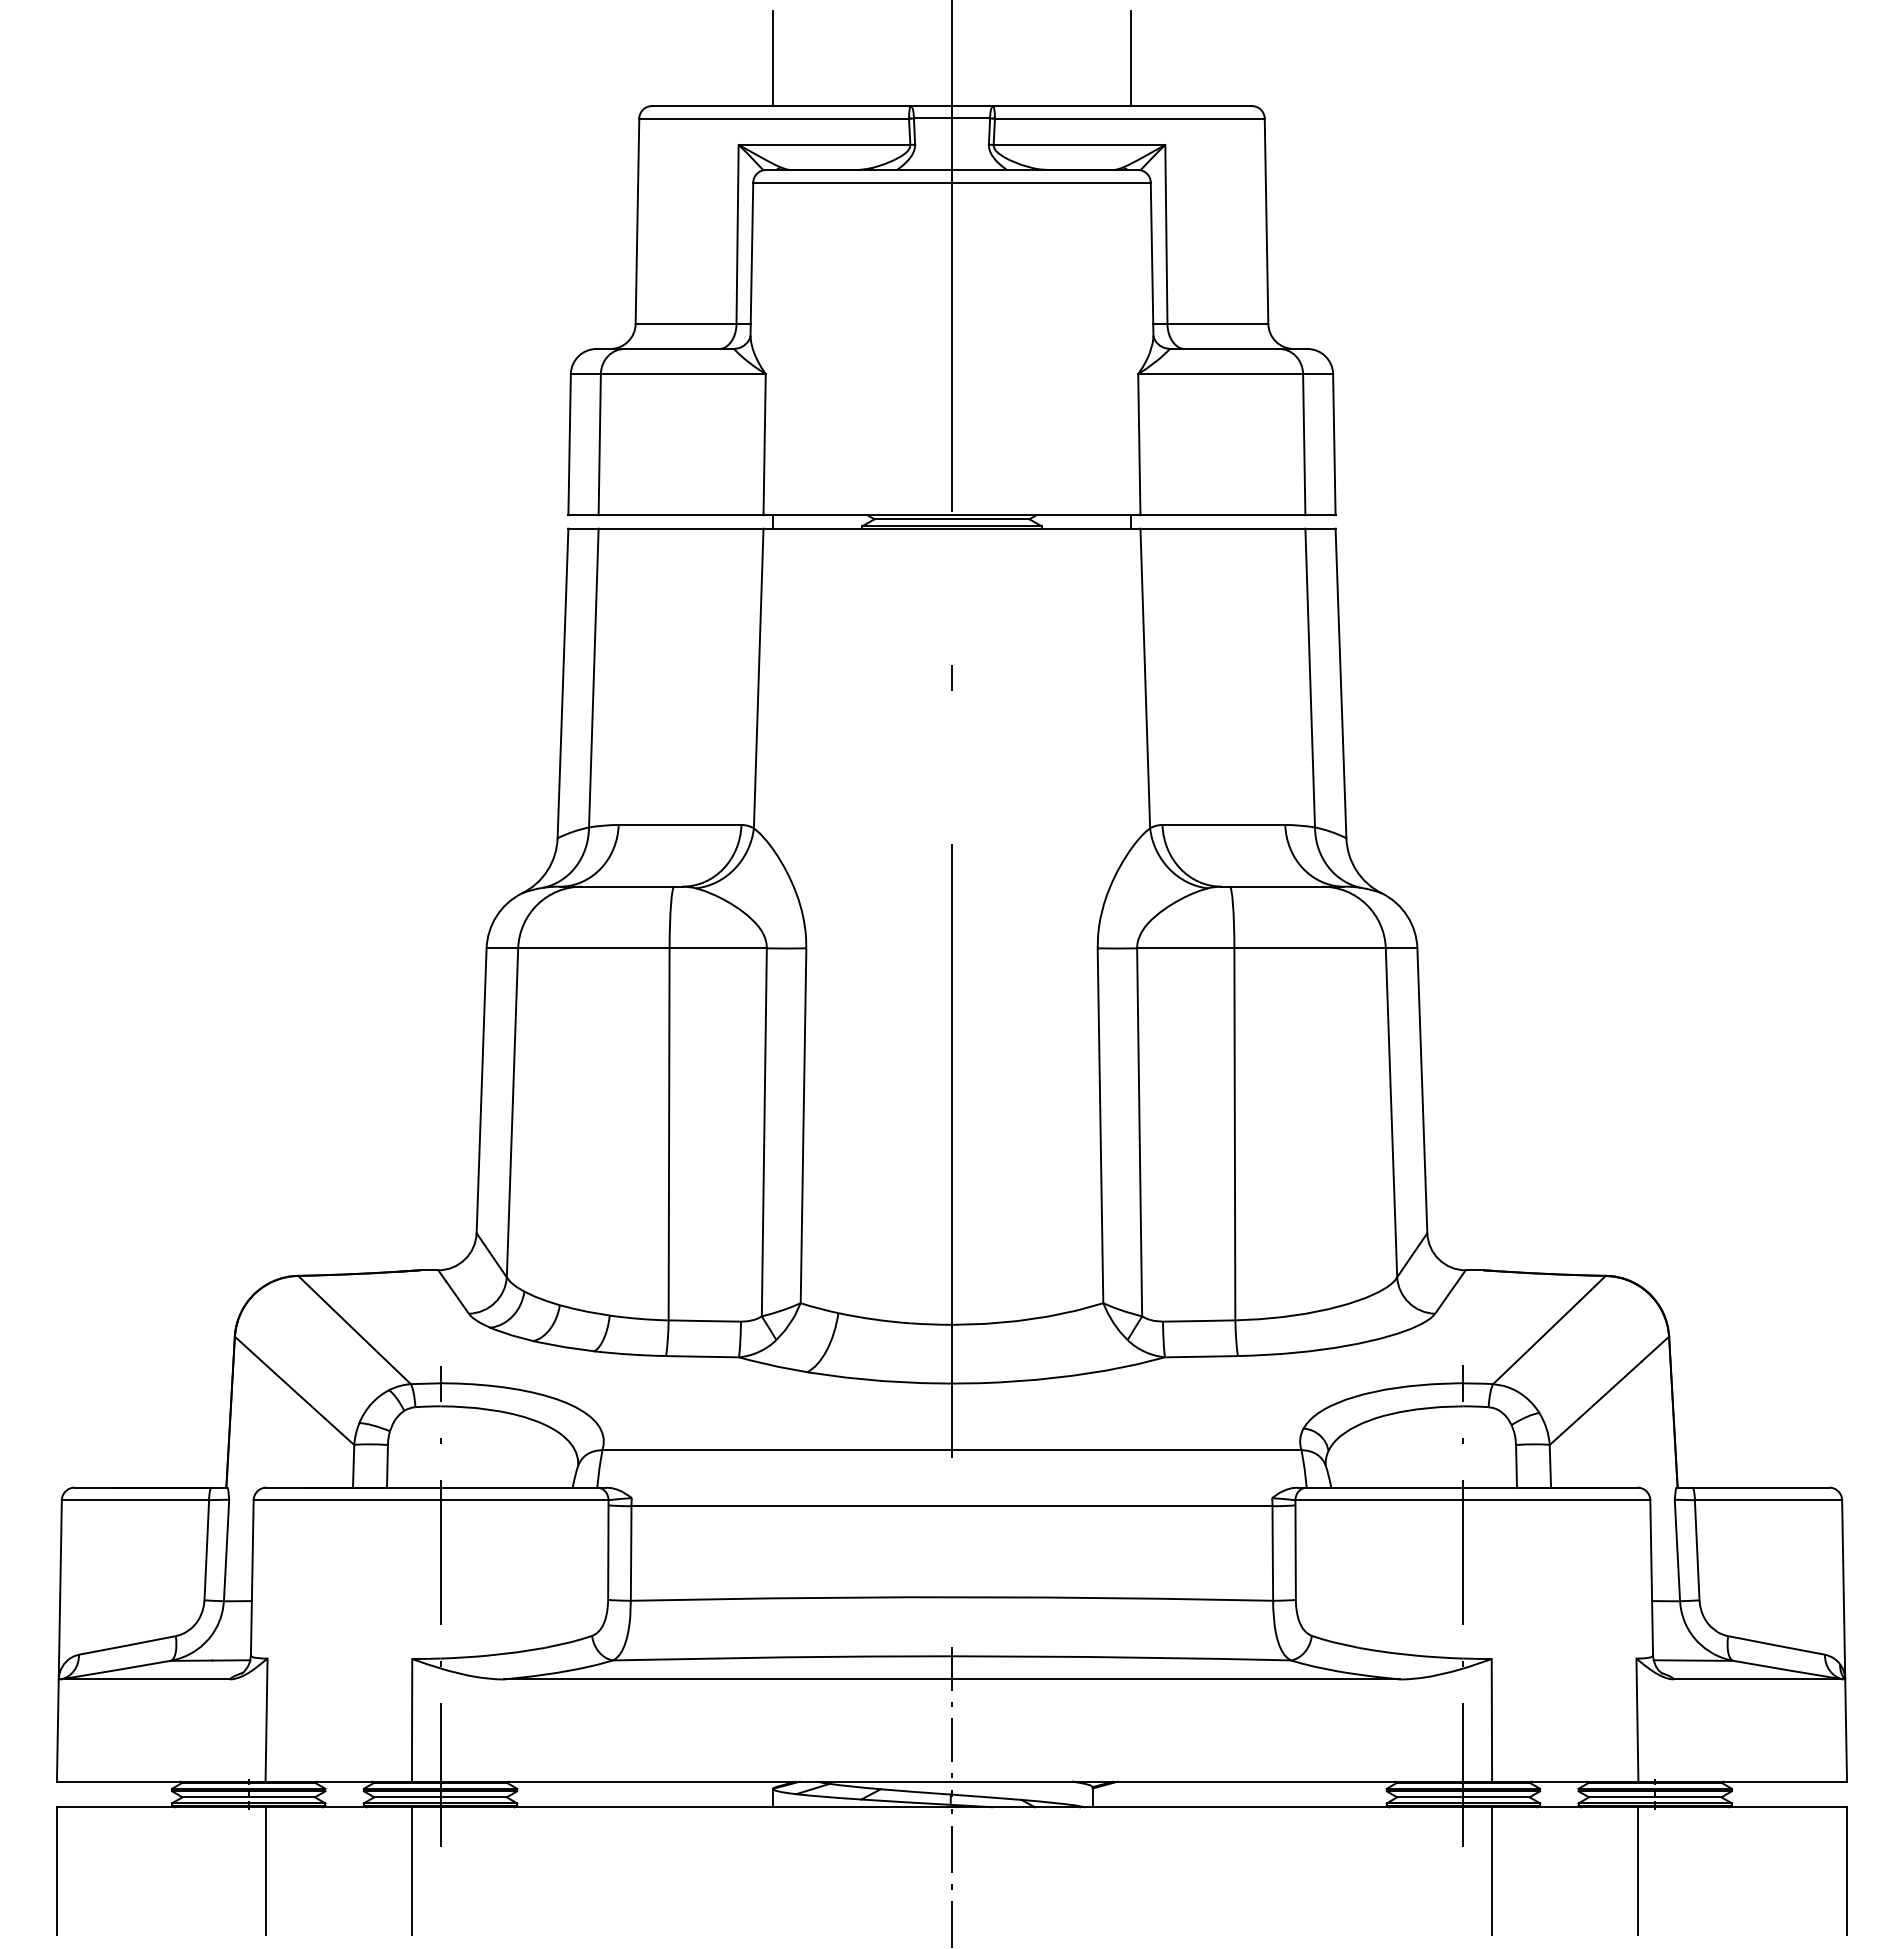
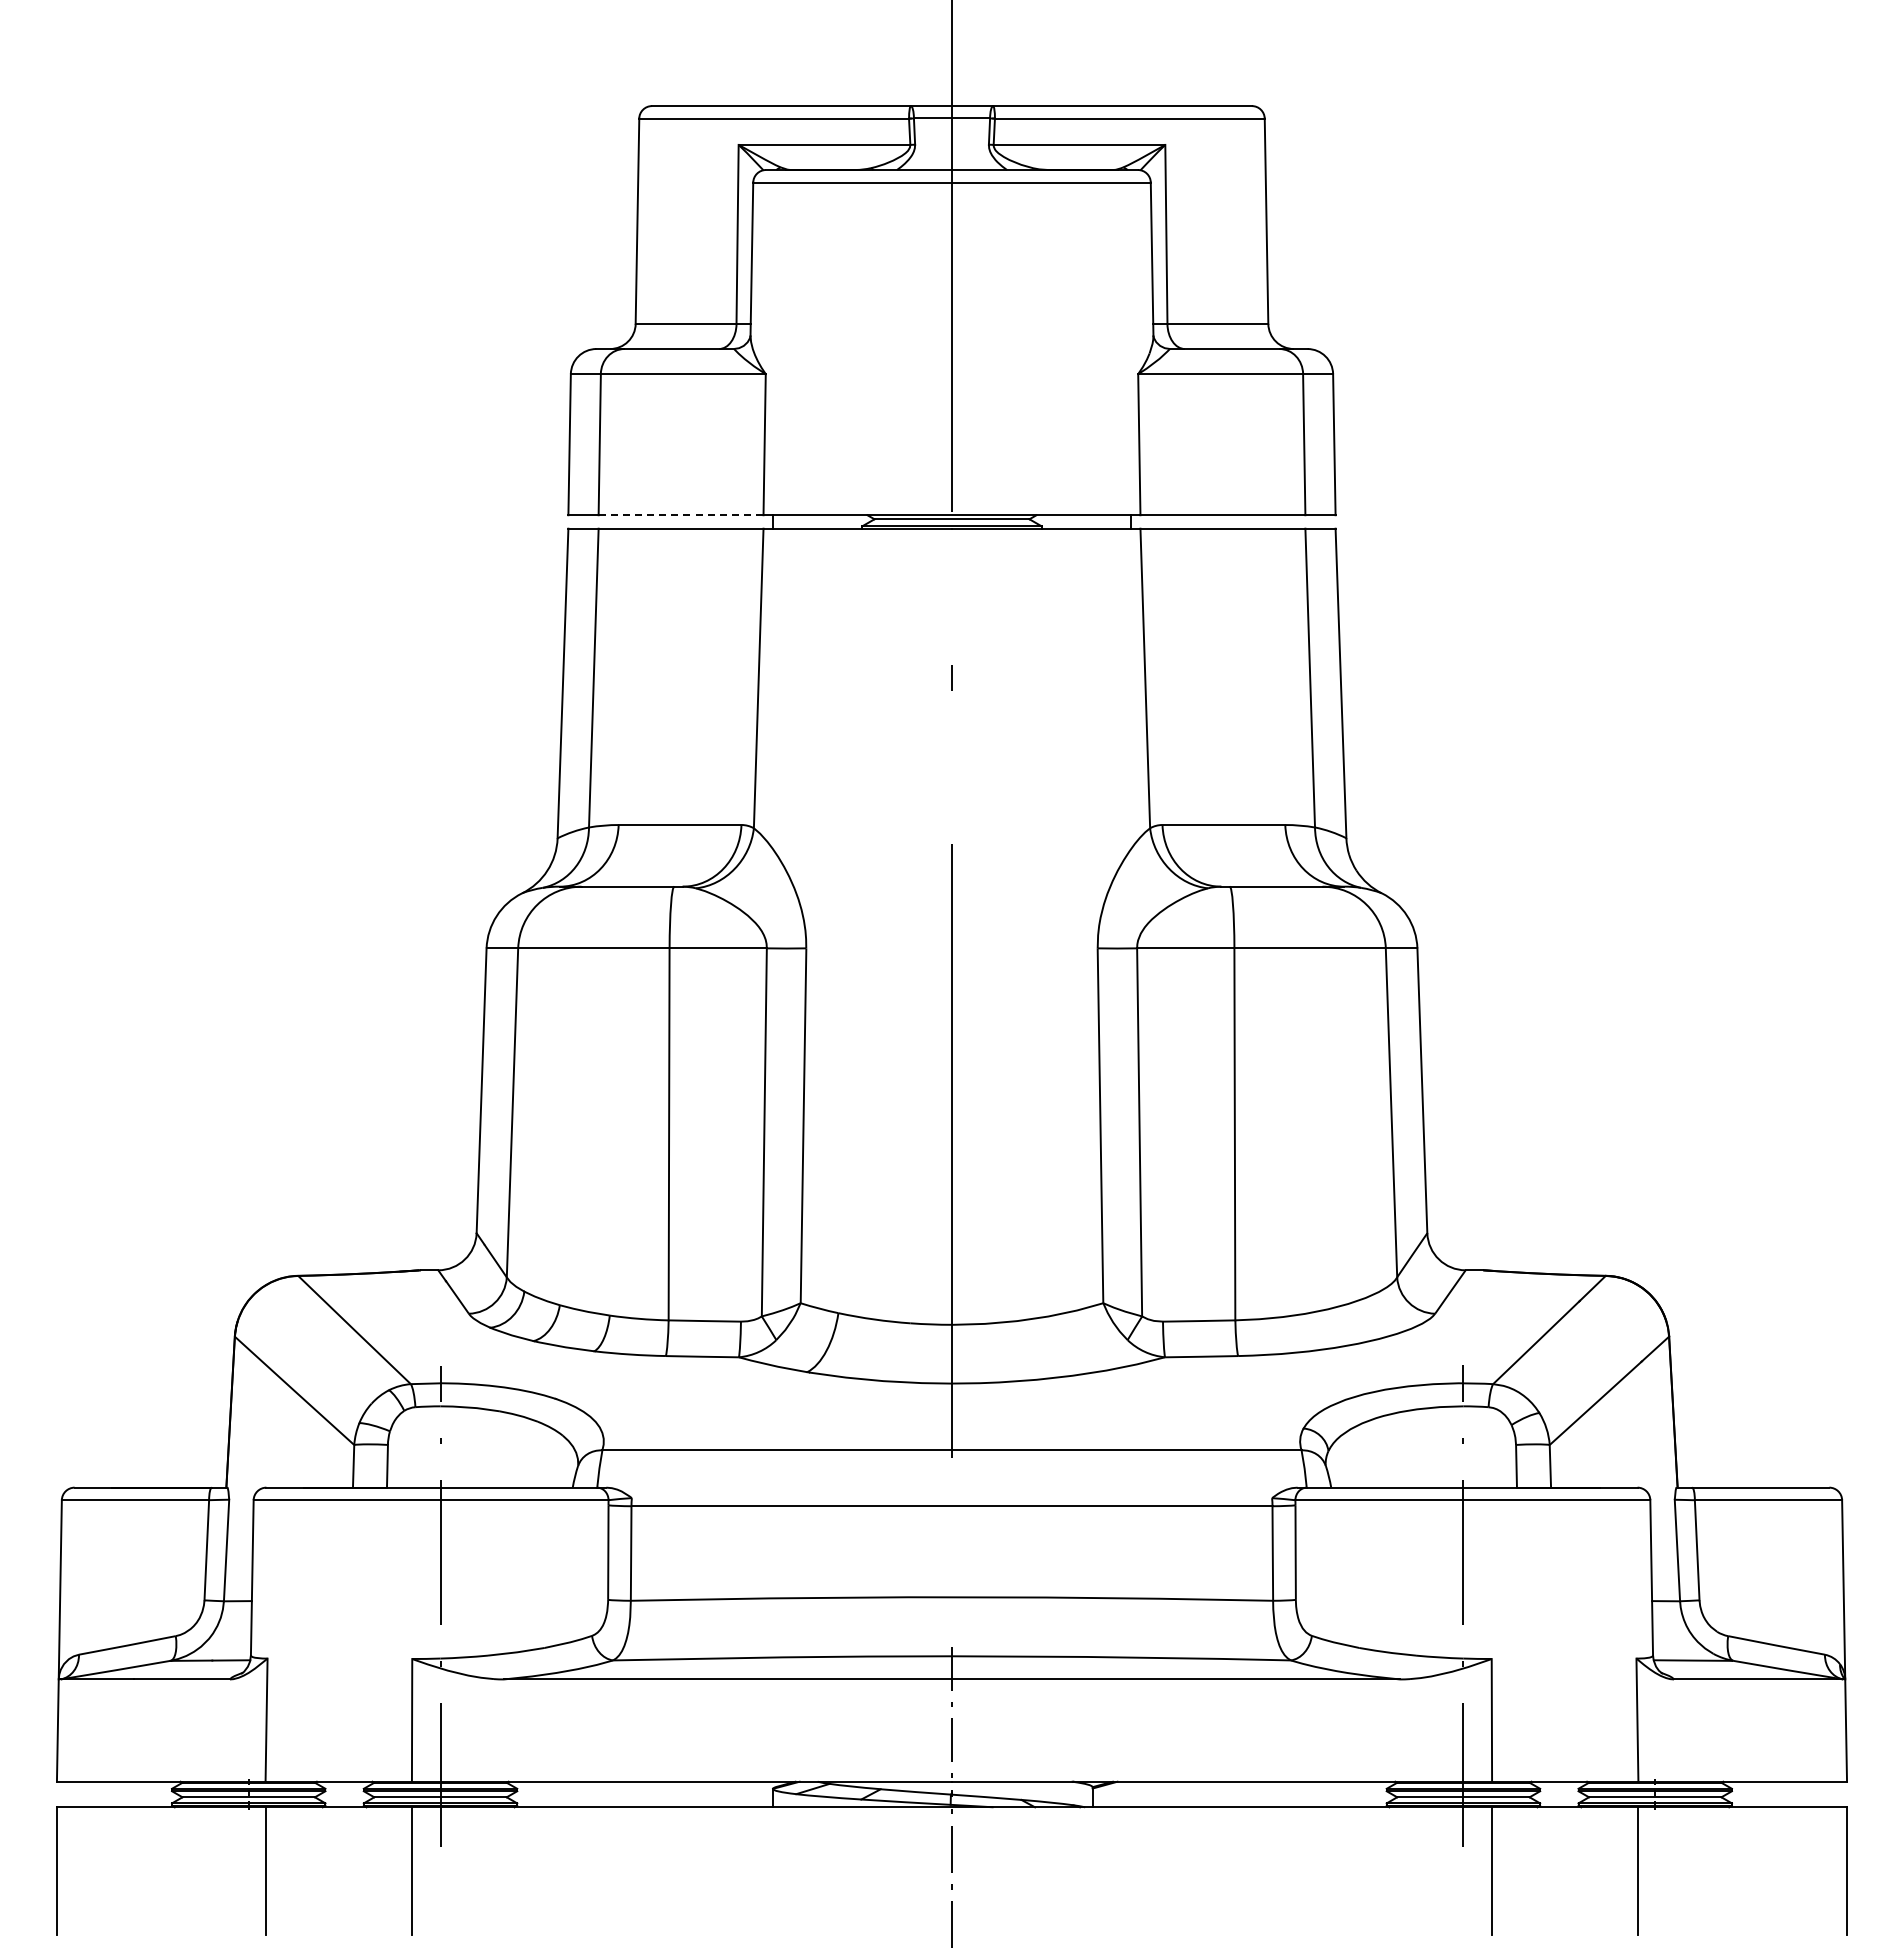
line at (772, 58): present -> none
line at (1131, 58): present -> none
line at (681, 515): solid -> dashed
